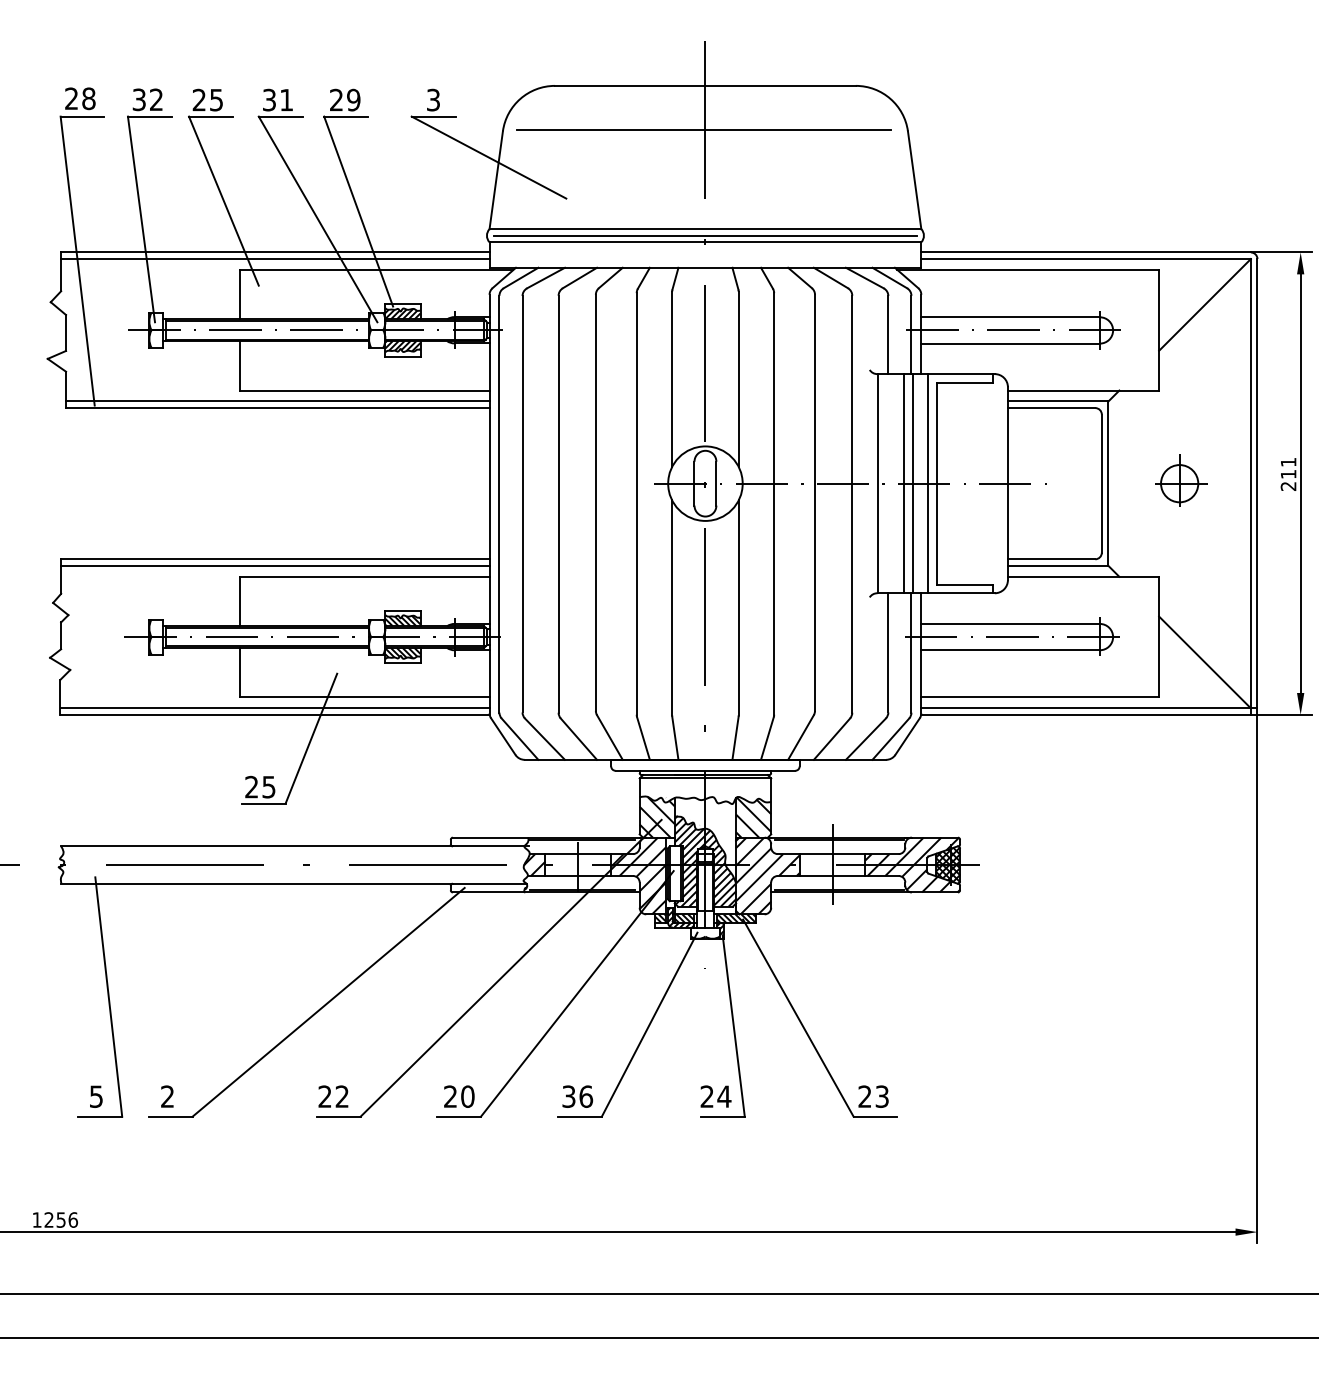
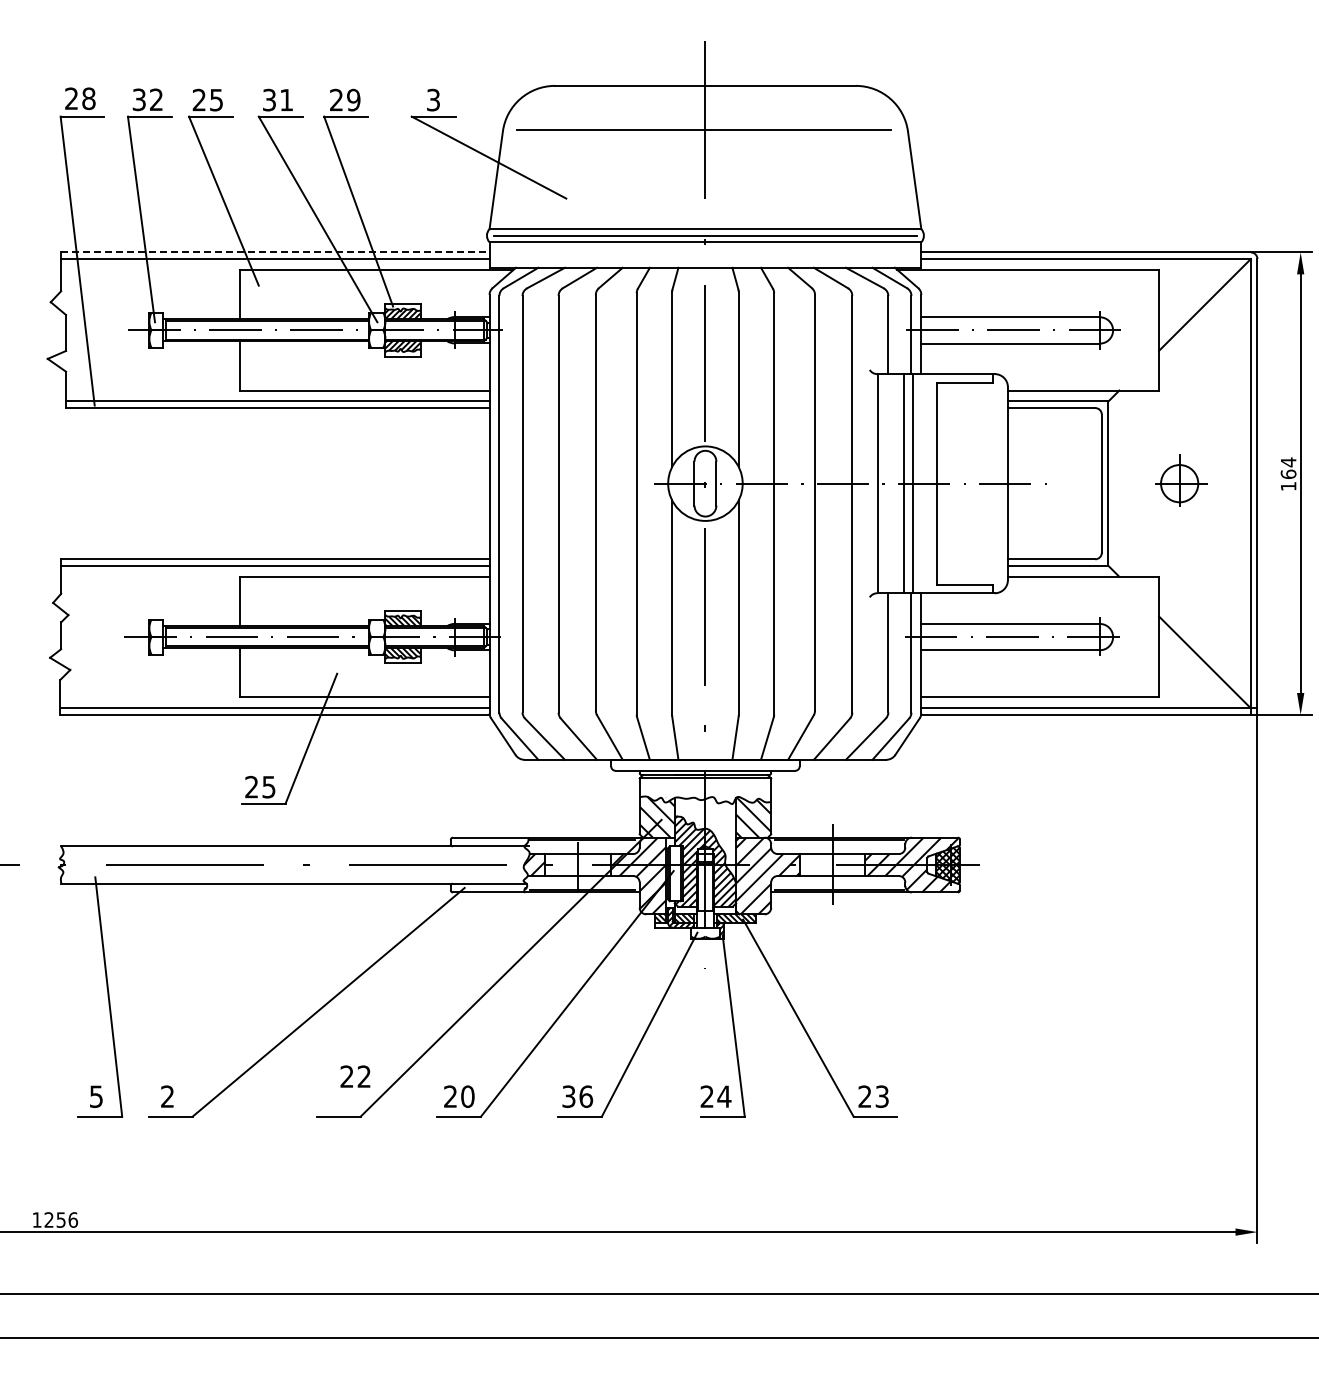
line at (275, 252): solid -> dashed
text at (1288, 473): 211 -> 164
line at (927, 483): present -> none
text at (333, 1096) position: (333, 1096) -> (355, 1076)
